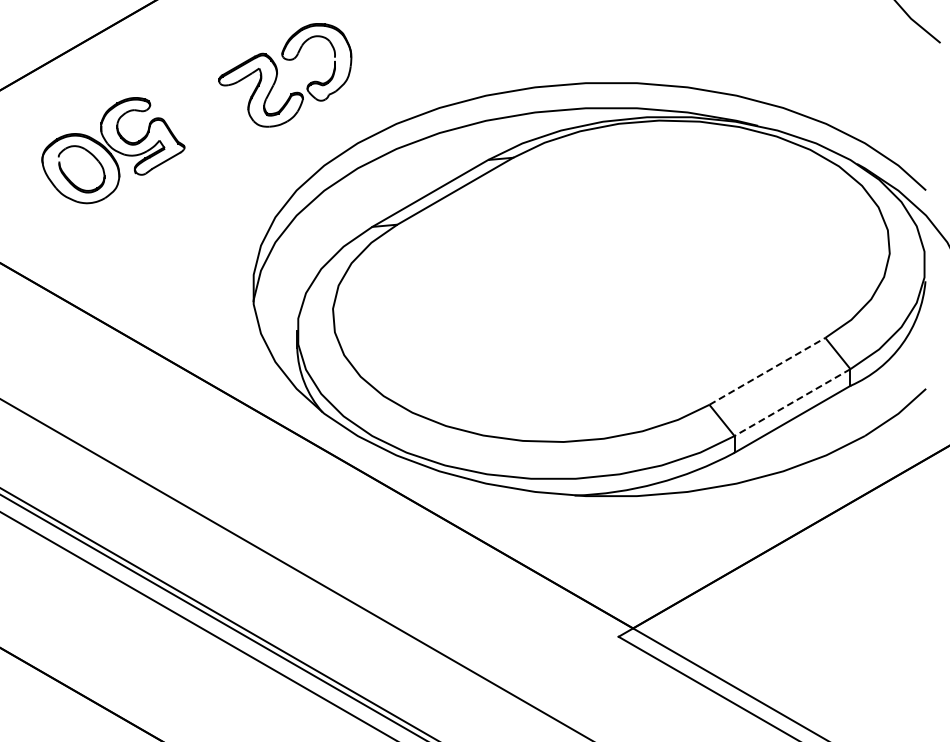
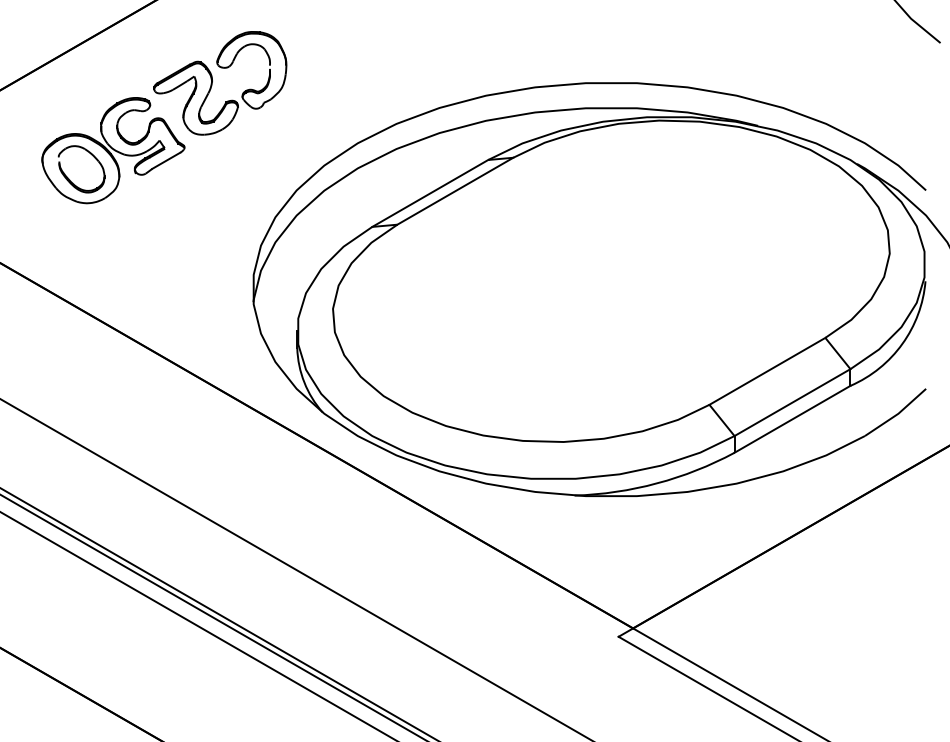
part at (277, 75) position: (277, 75) -> (212, 83)
line at (767, 371): dashed -> solid
line at (792, 402): dashed -> solid
